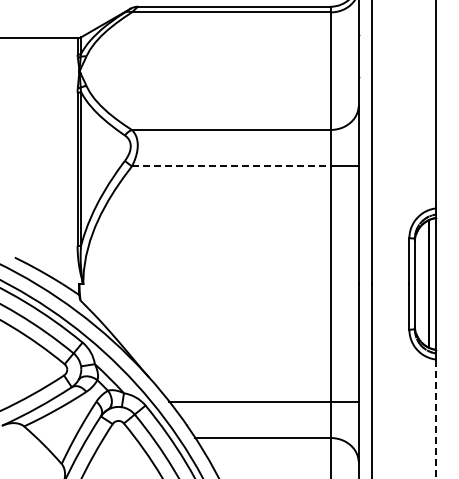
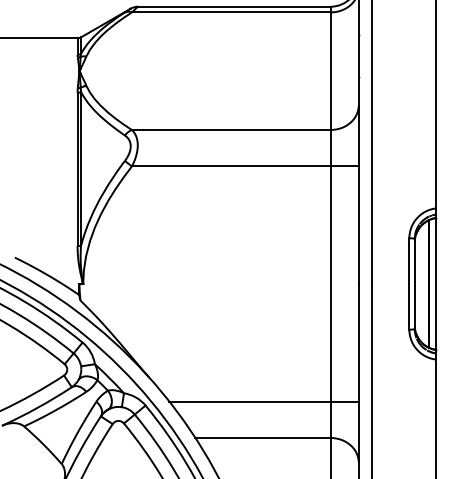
line at (231, 166): dashed -> solid
line at (435, 419): dashed -> solid
